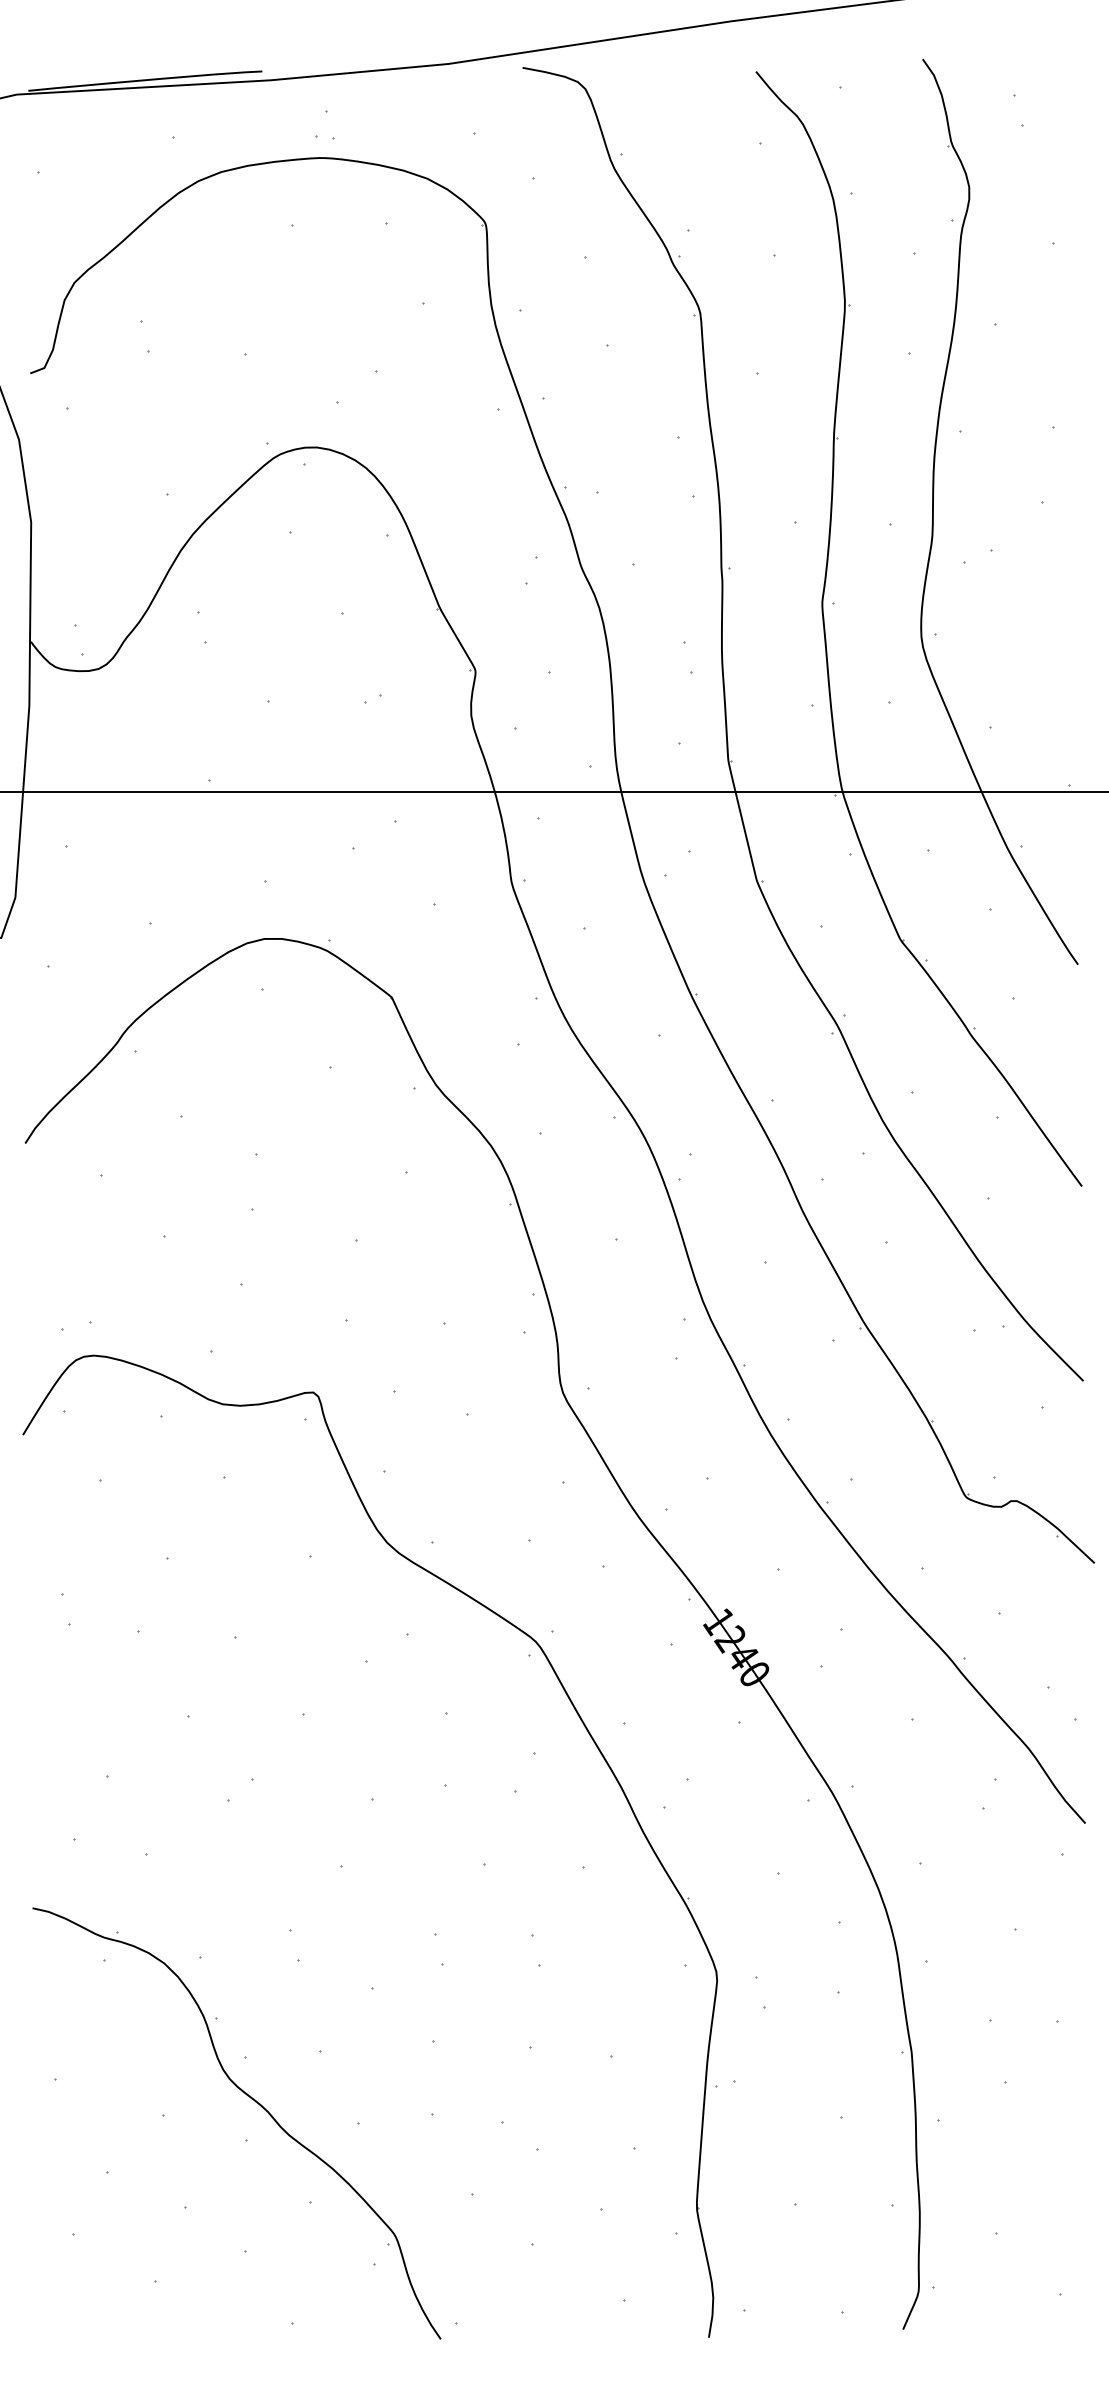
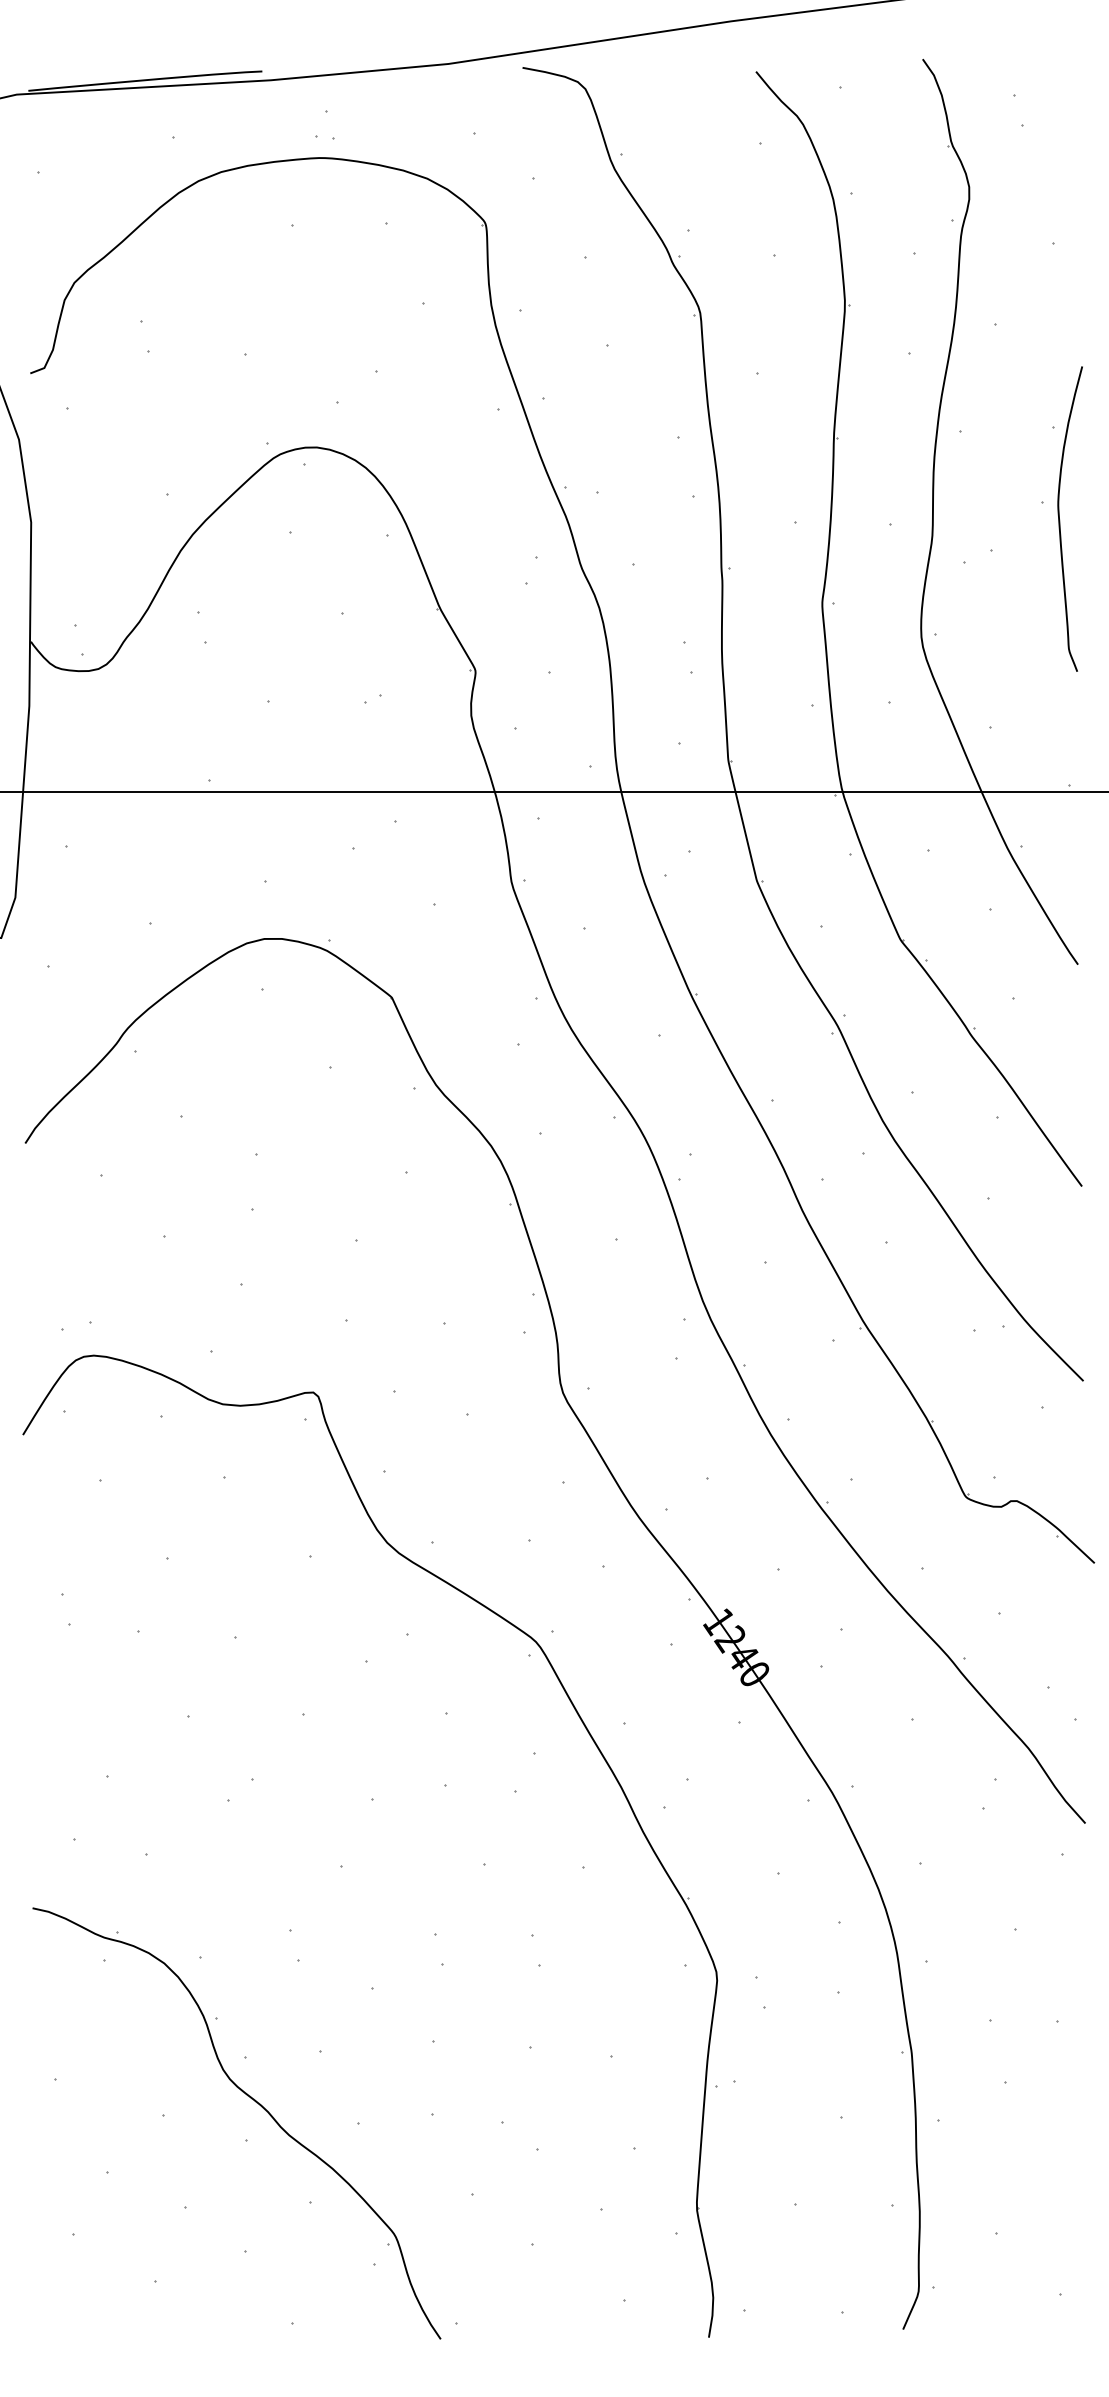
curve at (1060, 520): none -> present
